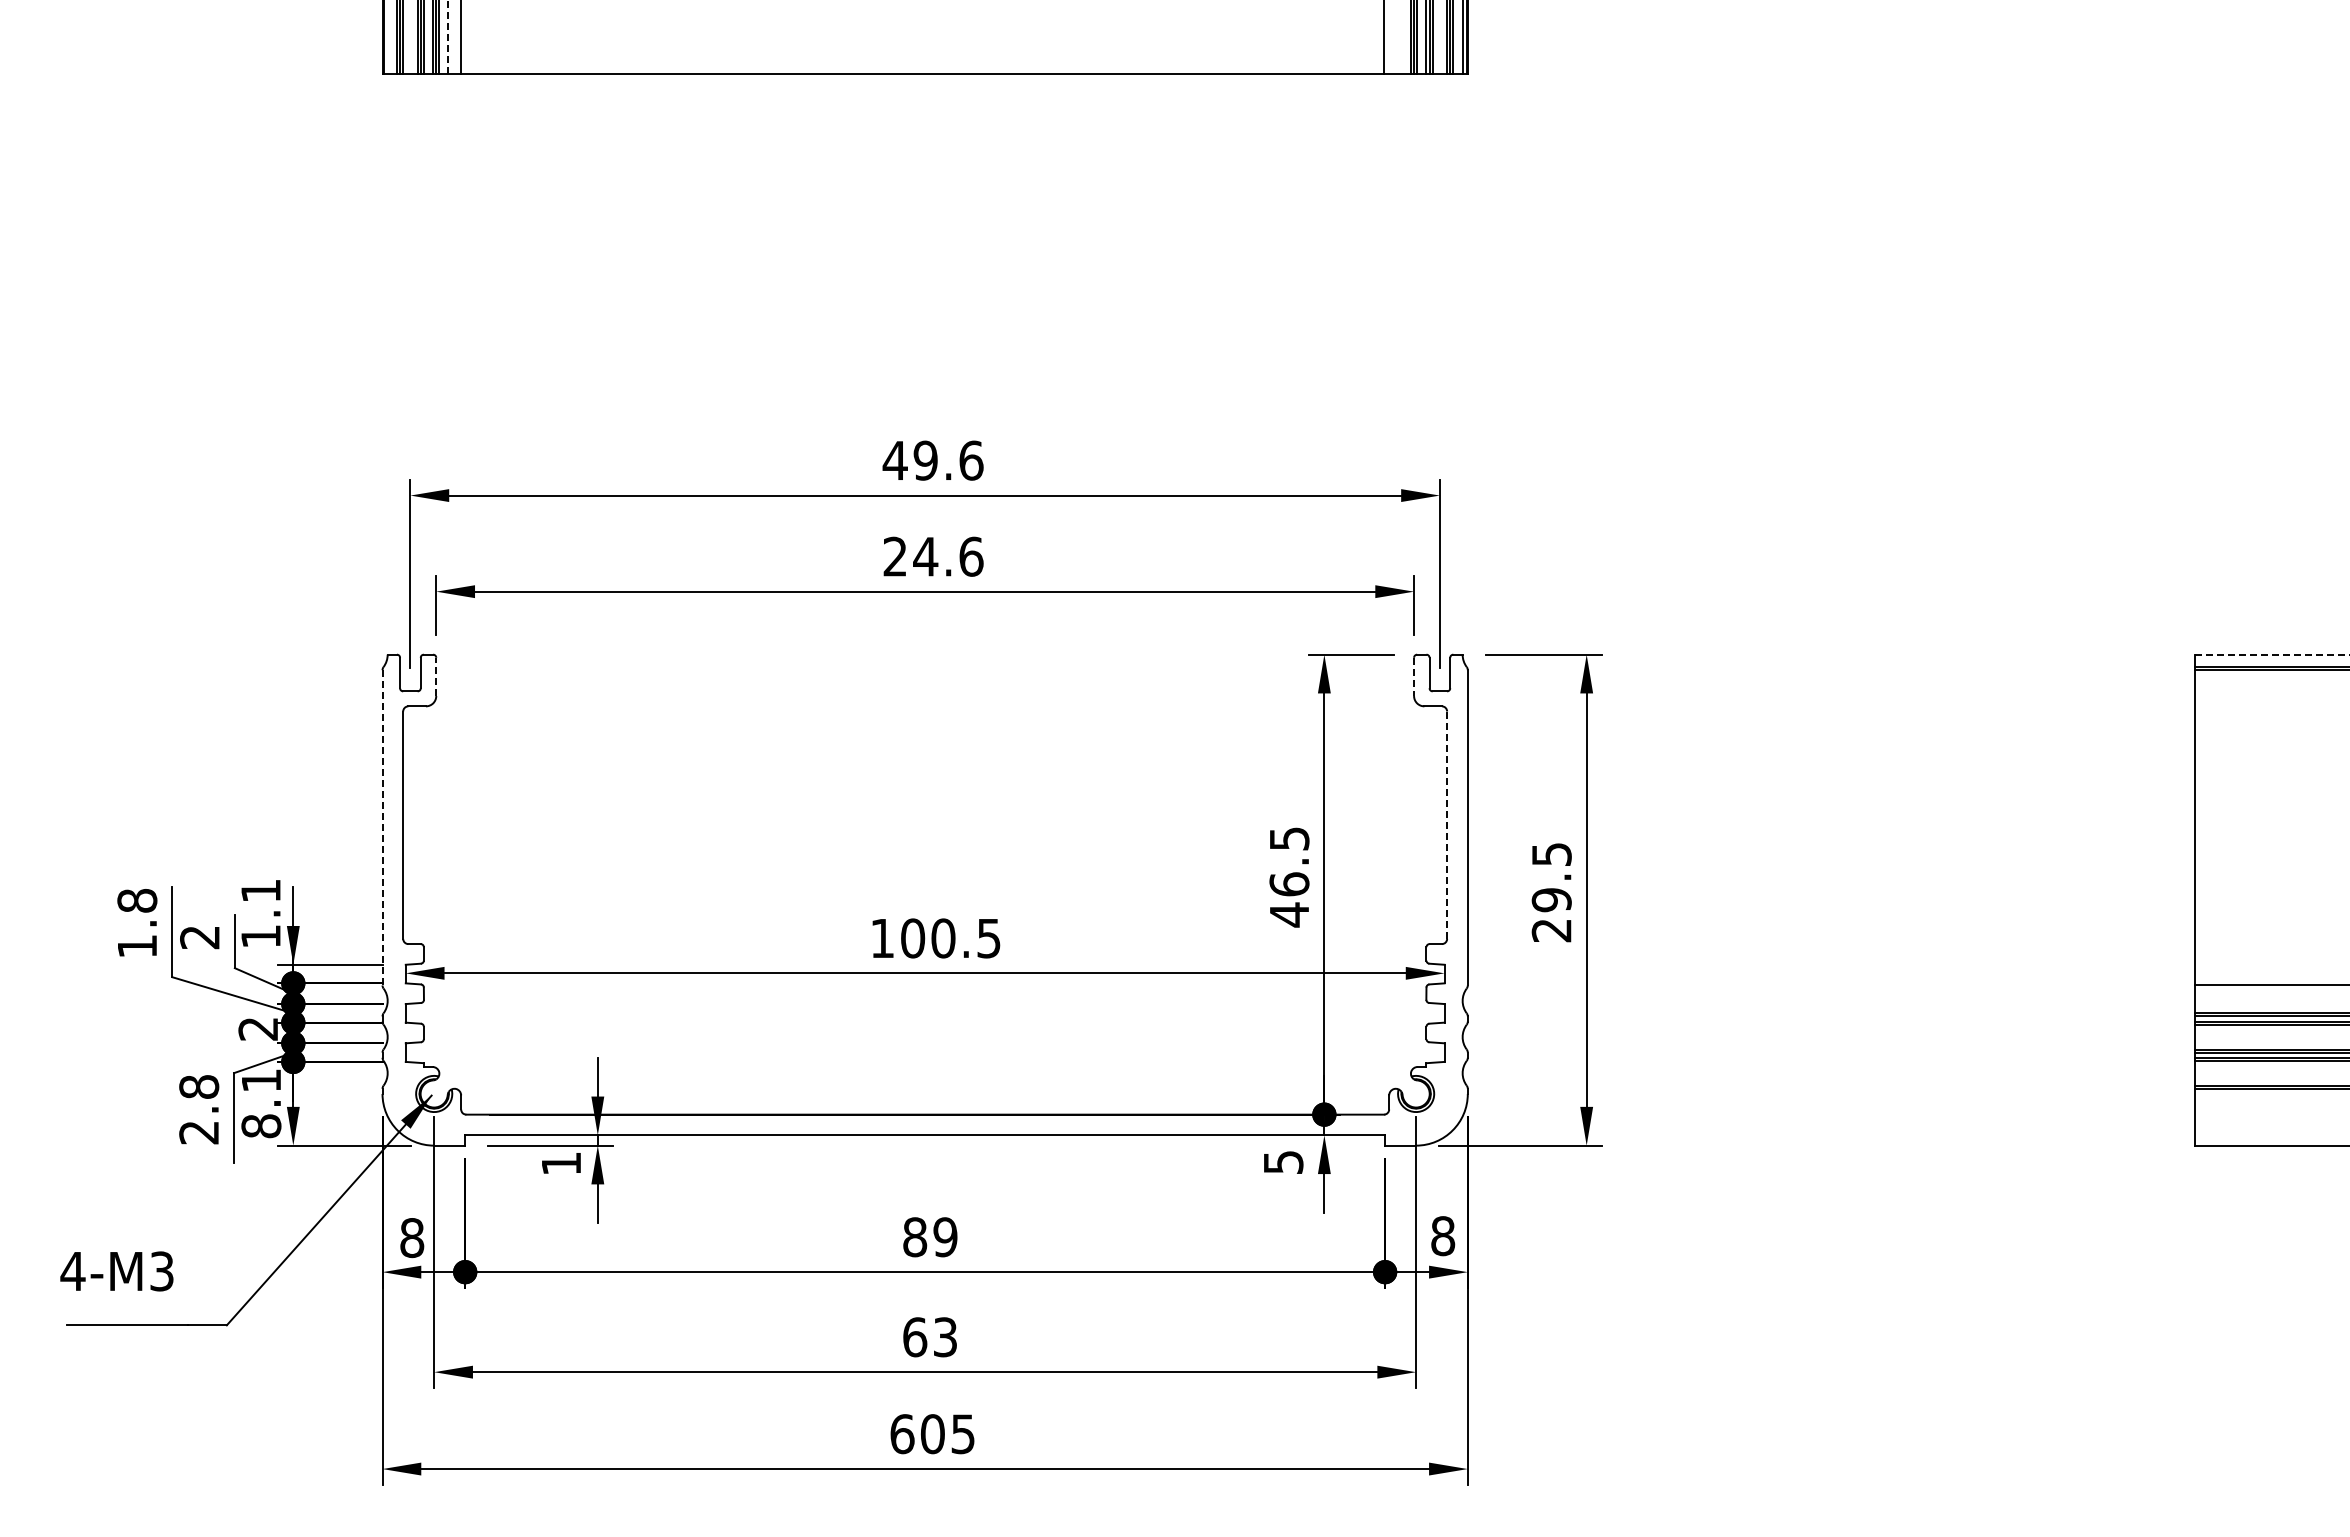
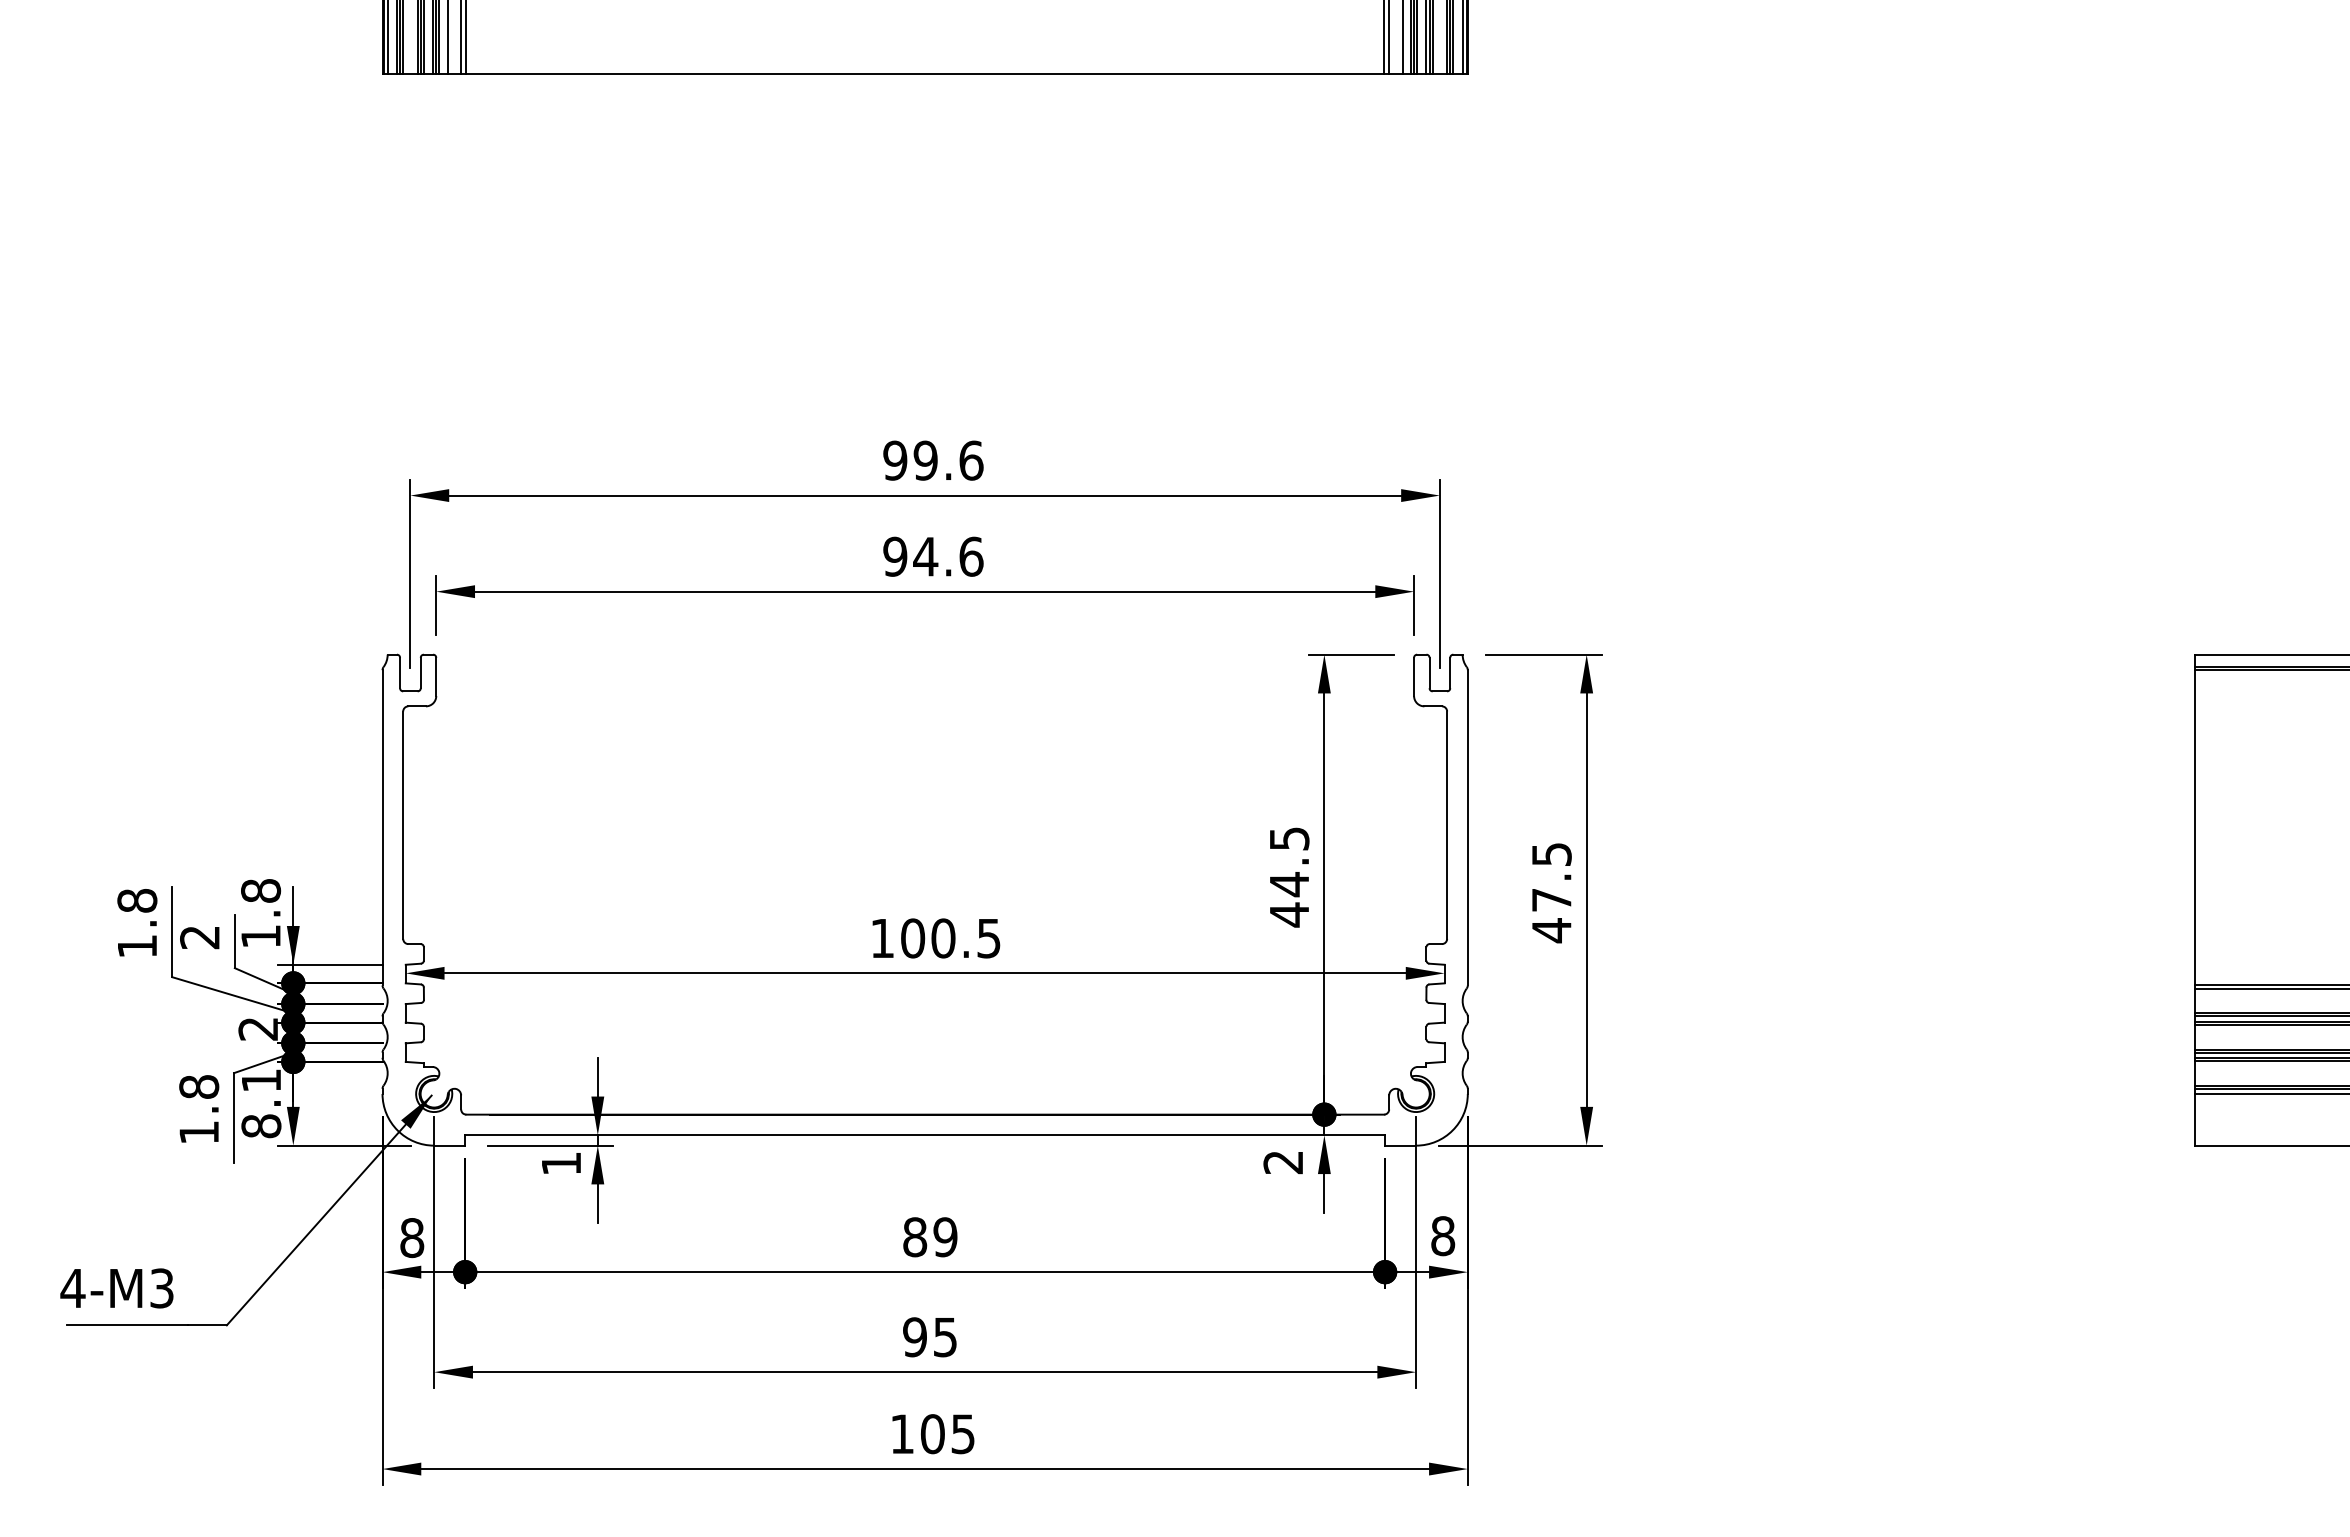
line at (447, 36): dashed -> solid
line at (387, 37): none -> present
line at (466, 37): none -> present
line at (1389, 37): none -> present
line at (1402, 37): none -> present
text at (894, 460): 49.6 -> 99.6
text at (895, 556): 24.6 -> 94.6
line at (2272, 654): dashed -> solid
line at (436, 676): dashed -> solid
line at (1414, 677): dashed -> solid
line at (1447, 825): dashed -> solid
line at (382, 827): dashed -> solid
text at (1289, 884): 46.5 -> 44.5
text at (261, 890): 1.1 -> 1.8
text at (1551, 915): 29.5 -> 47.5
line at (2270, 988): none -> present
line at (2270, 1093): none -> present
text at (198, 1132): 2.8 -> 1.8
text at (1283, 1162): 5 -> 2
text at (116, 1271) position: (116, 1271) -> (116, 1288)
text at (929, 1337): 63 -> 95
text at (902, 1434): 605 -> 105
